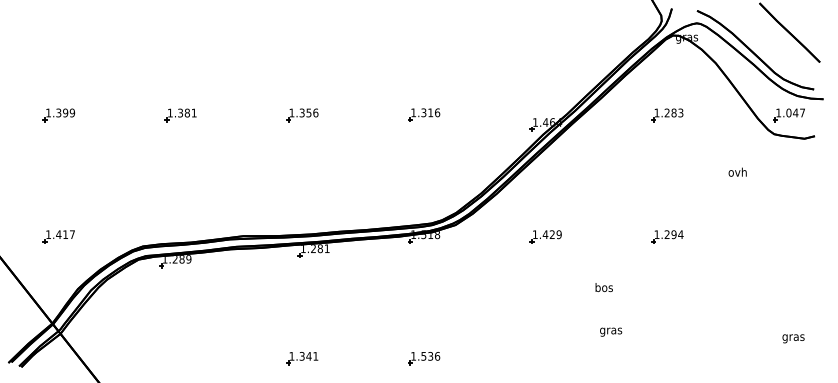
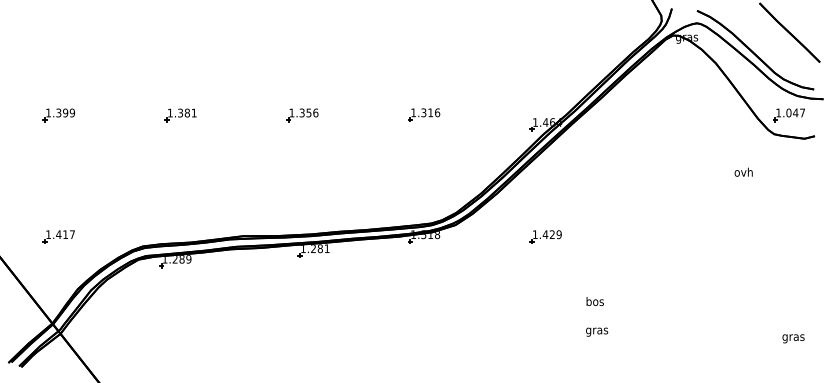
part at (667, 115): present -> none
text at (737, 171) position: (737, 171) -> (743, 171)
part at (667, 236): present -> none
text at (603, 287) position: (603, 287) -> (594, 301)
text at (611, 331) position: (611, 331) -> (597, 331)
part at (302, 358): present -> none
part at (424, 358): present -> none
